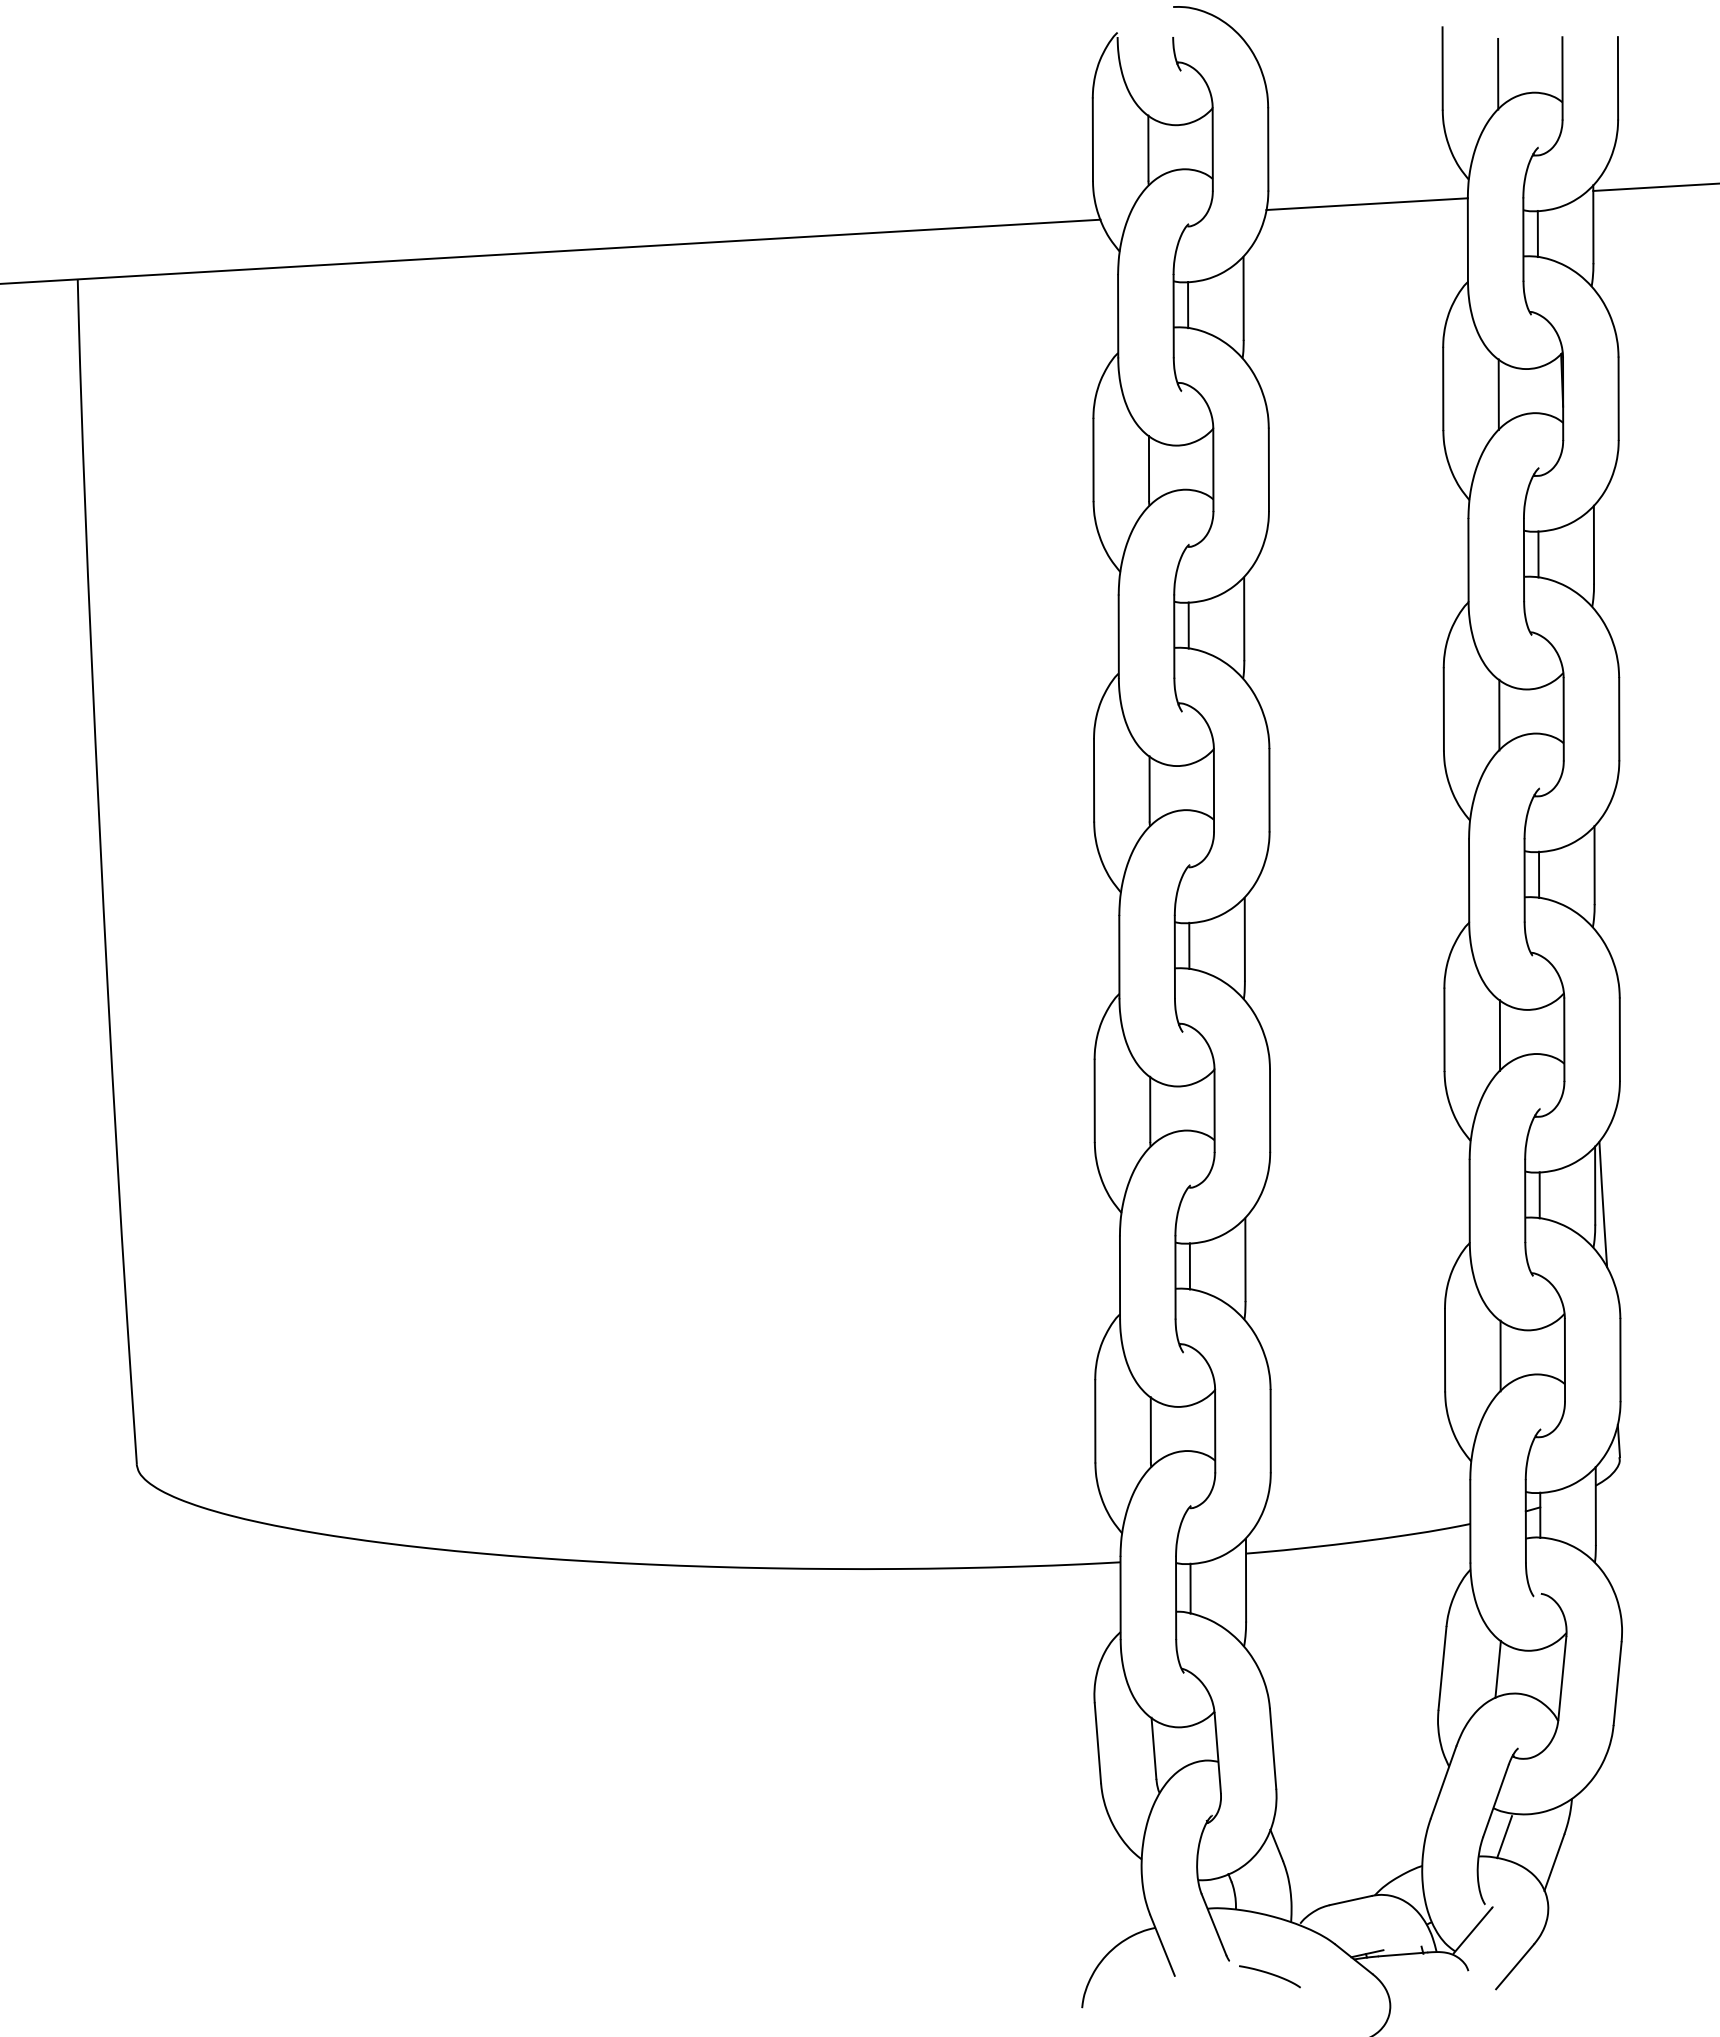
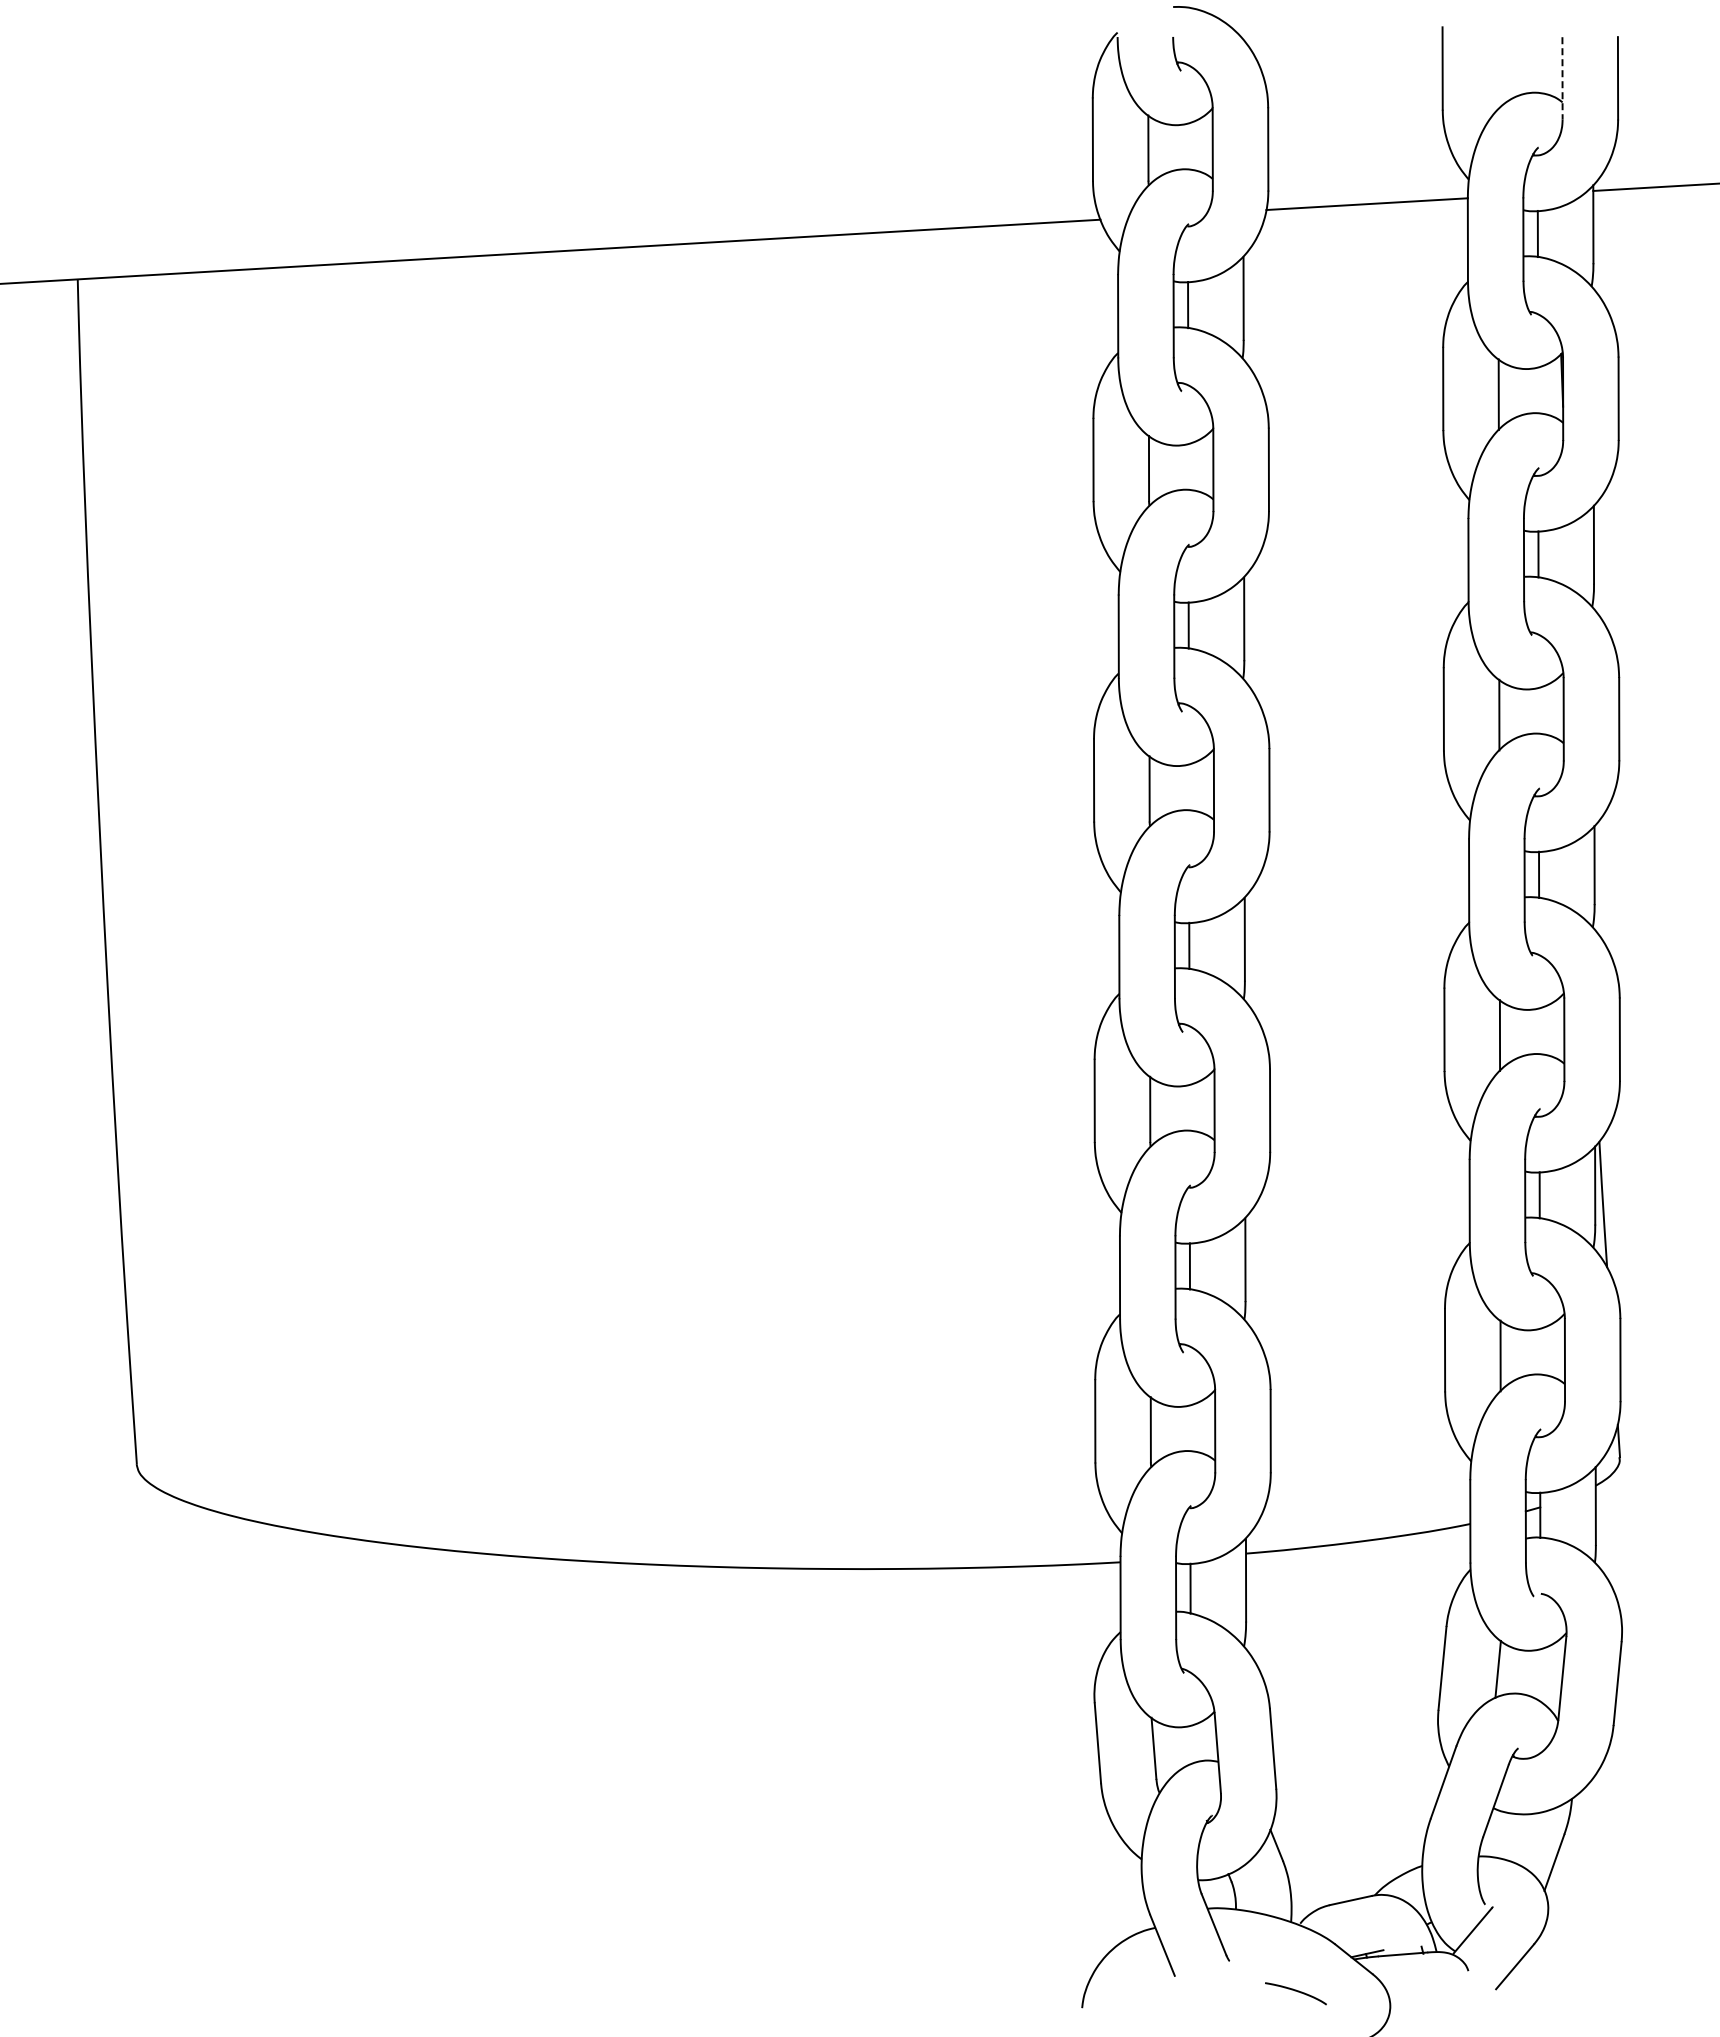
line at (1498, 73): present -> none
line at (1562, 78): solid -> dashed
line at (1504, 1837): present -> none
curve at (1269, 1974) position: (1269, 1974) -> (1295, 1991)
